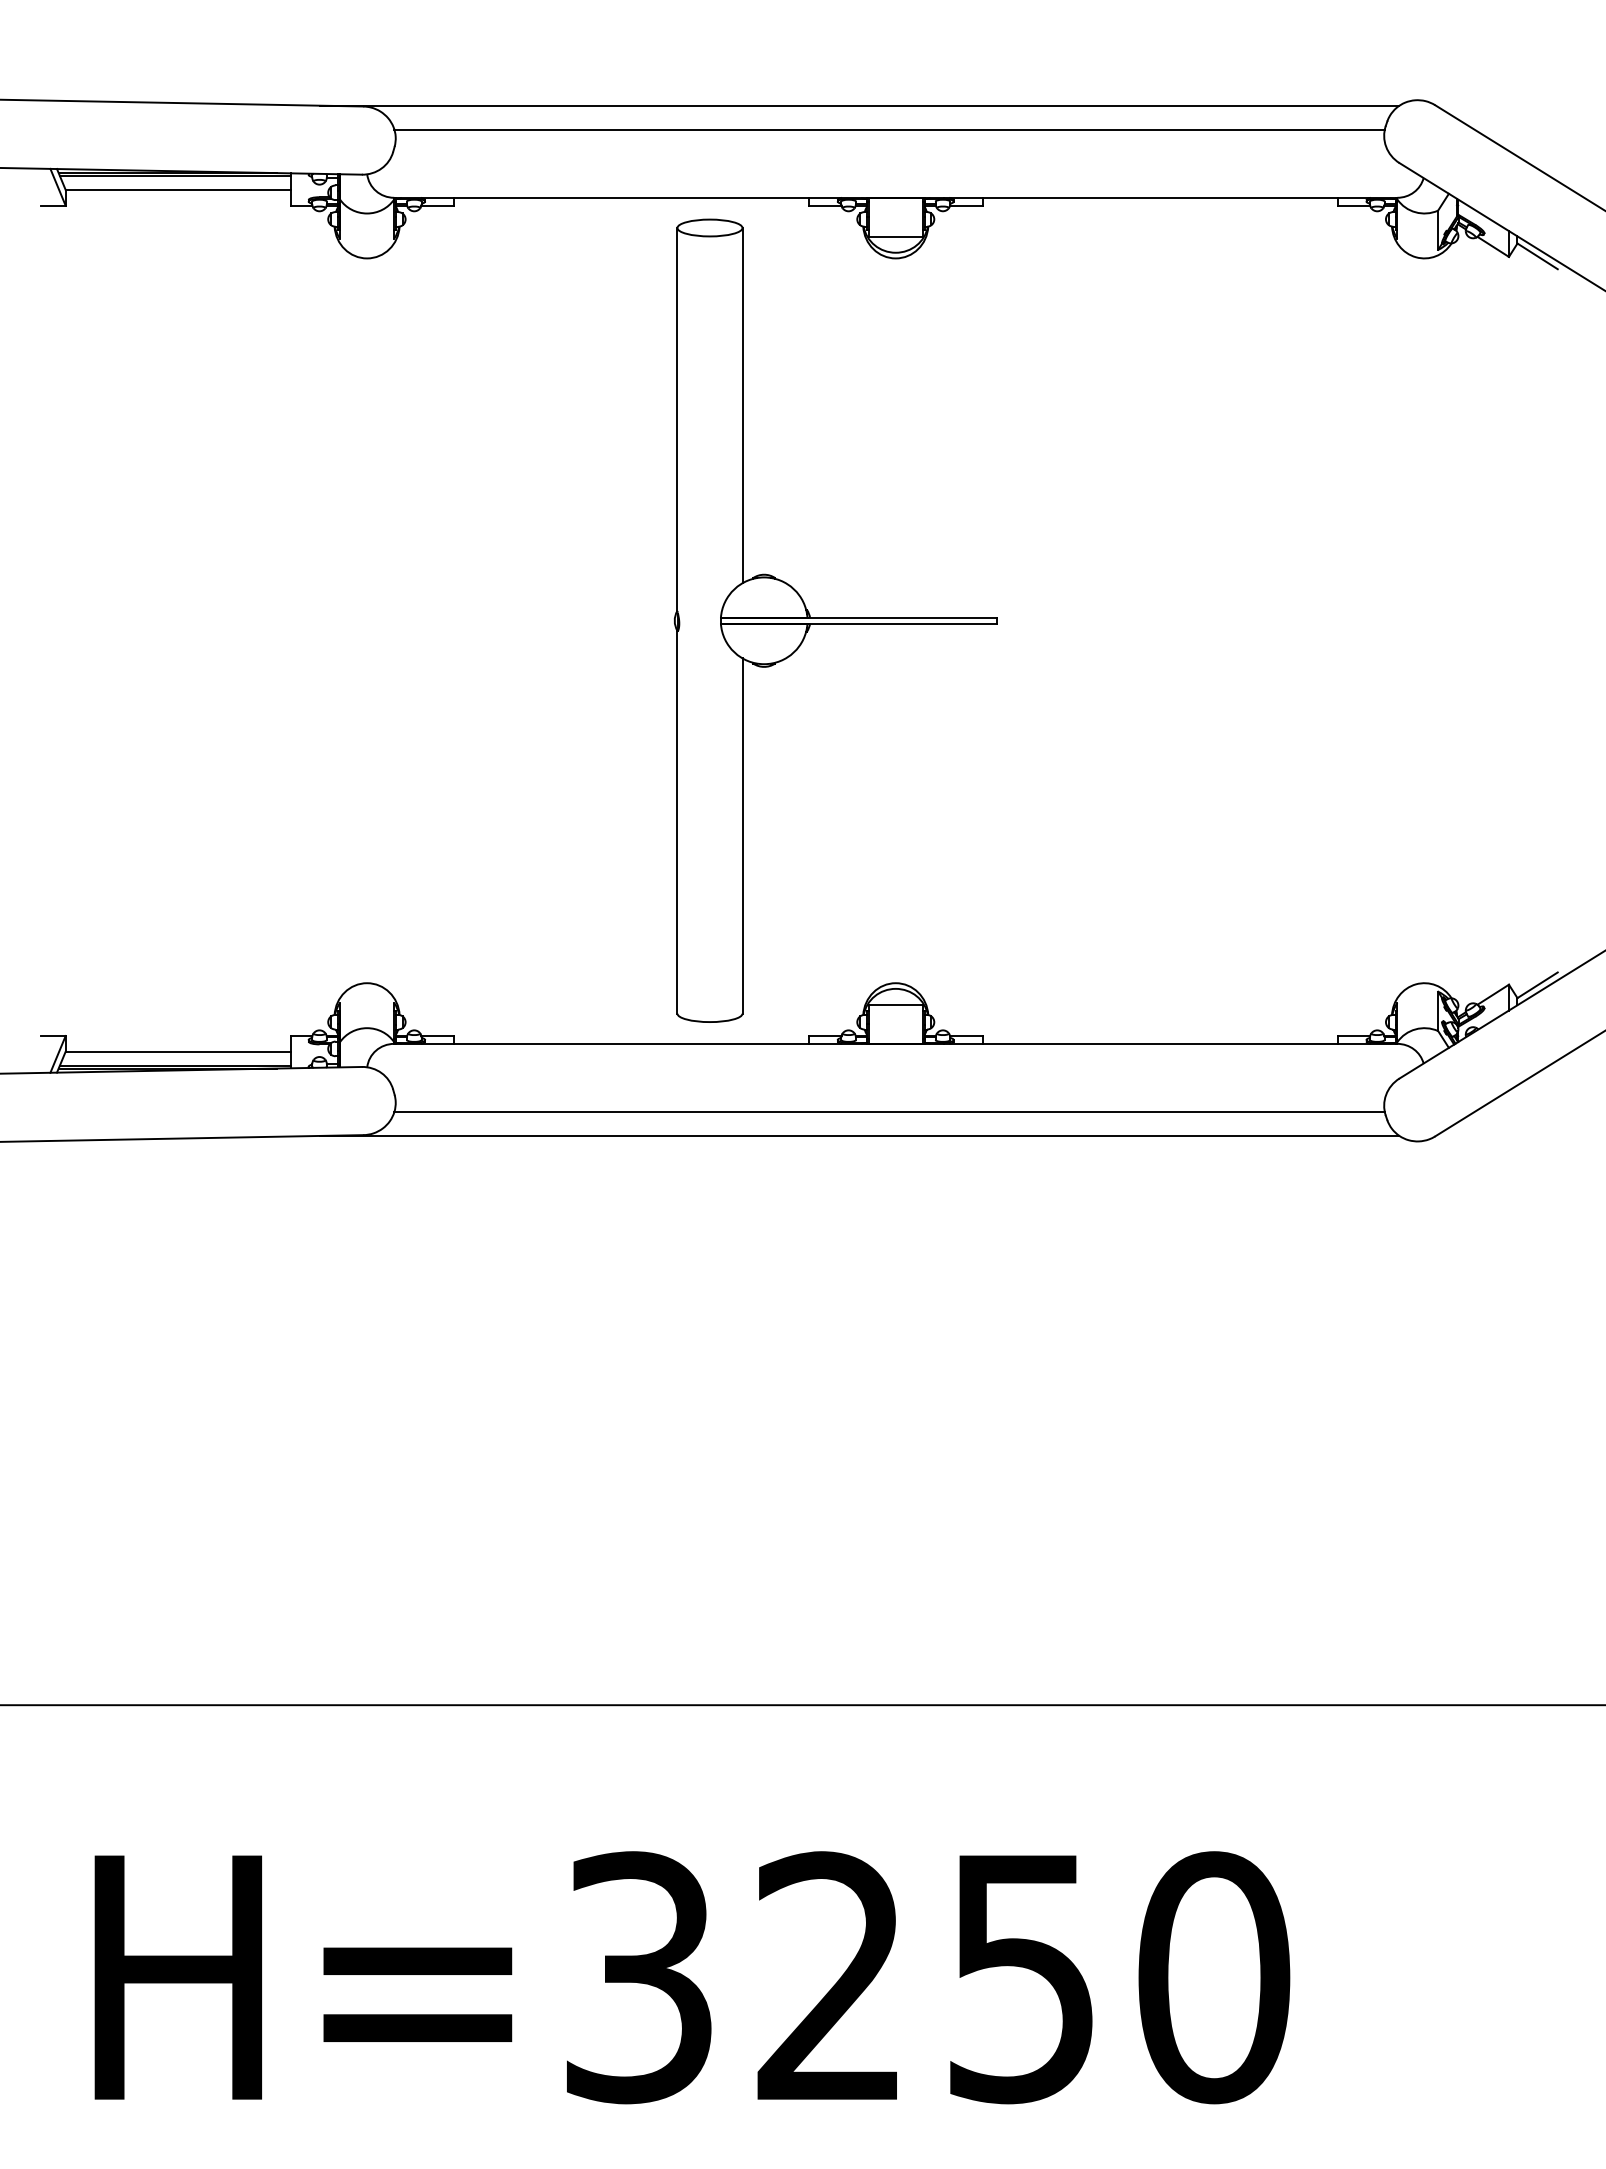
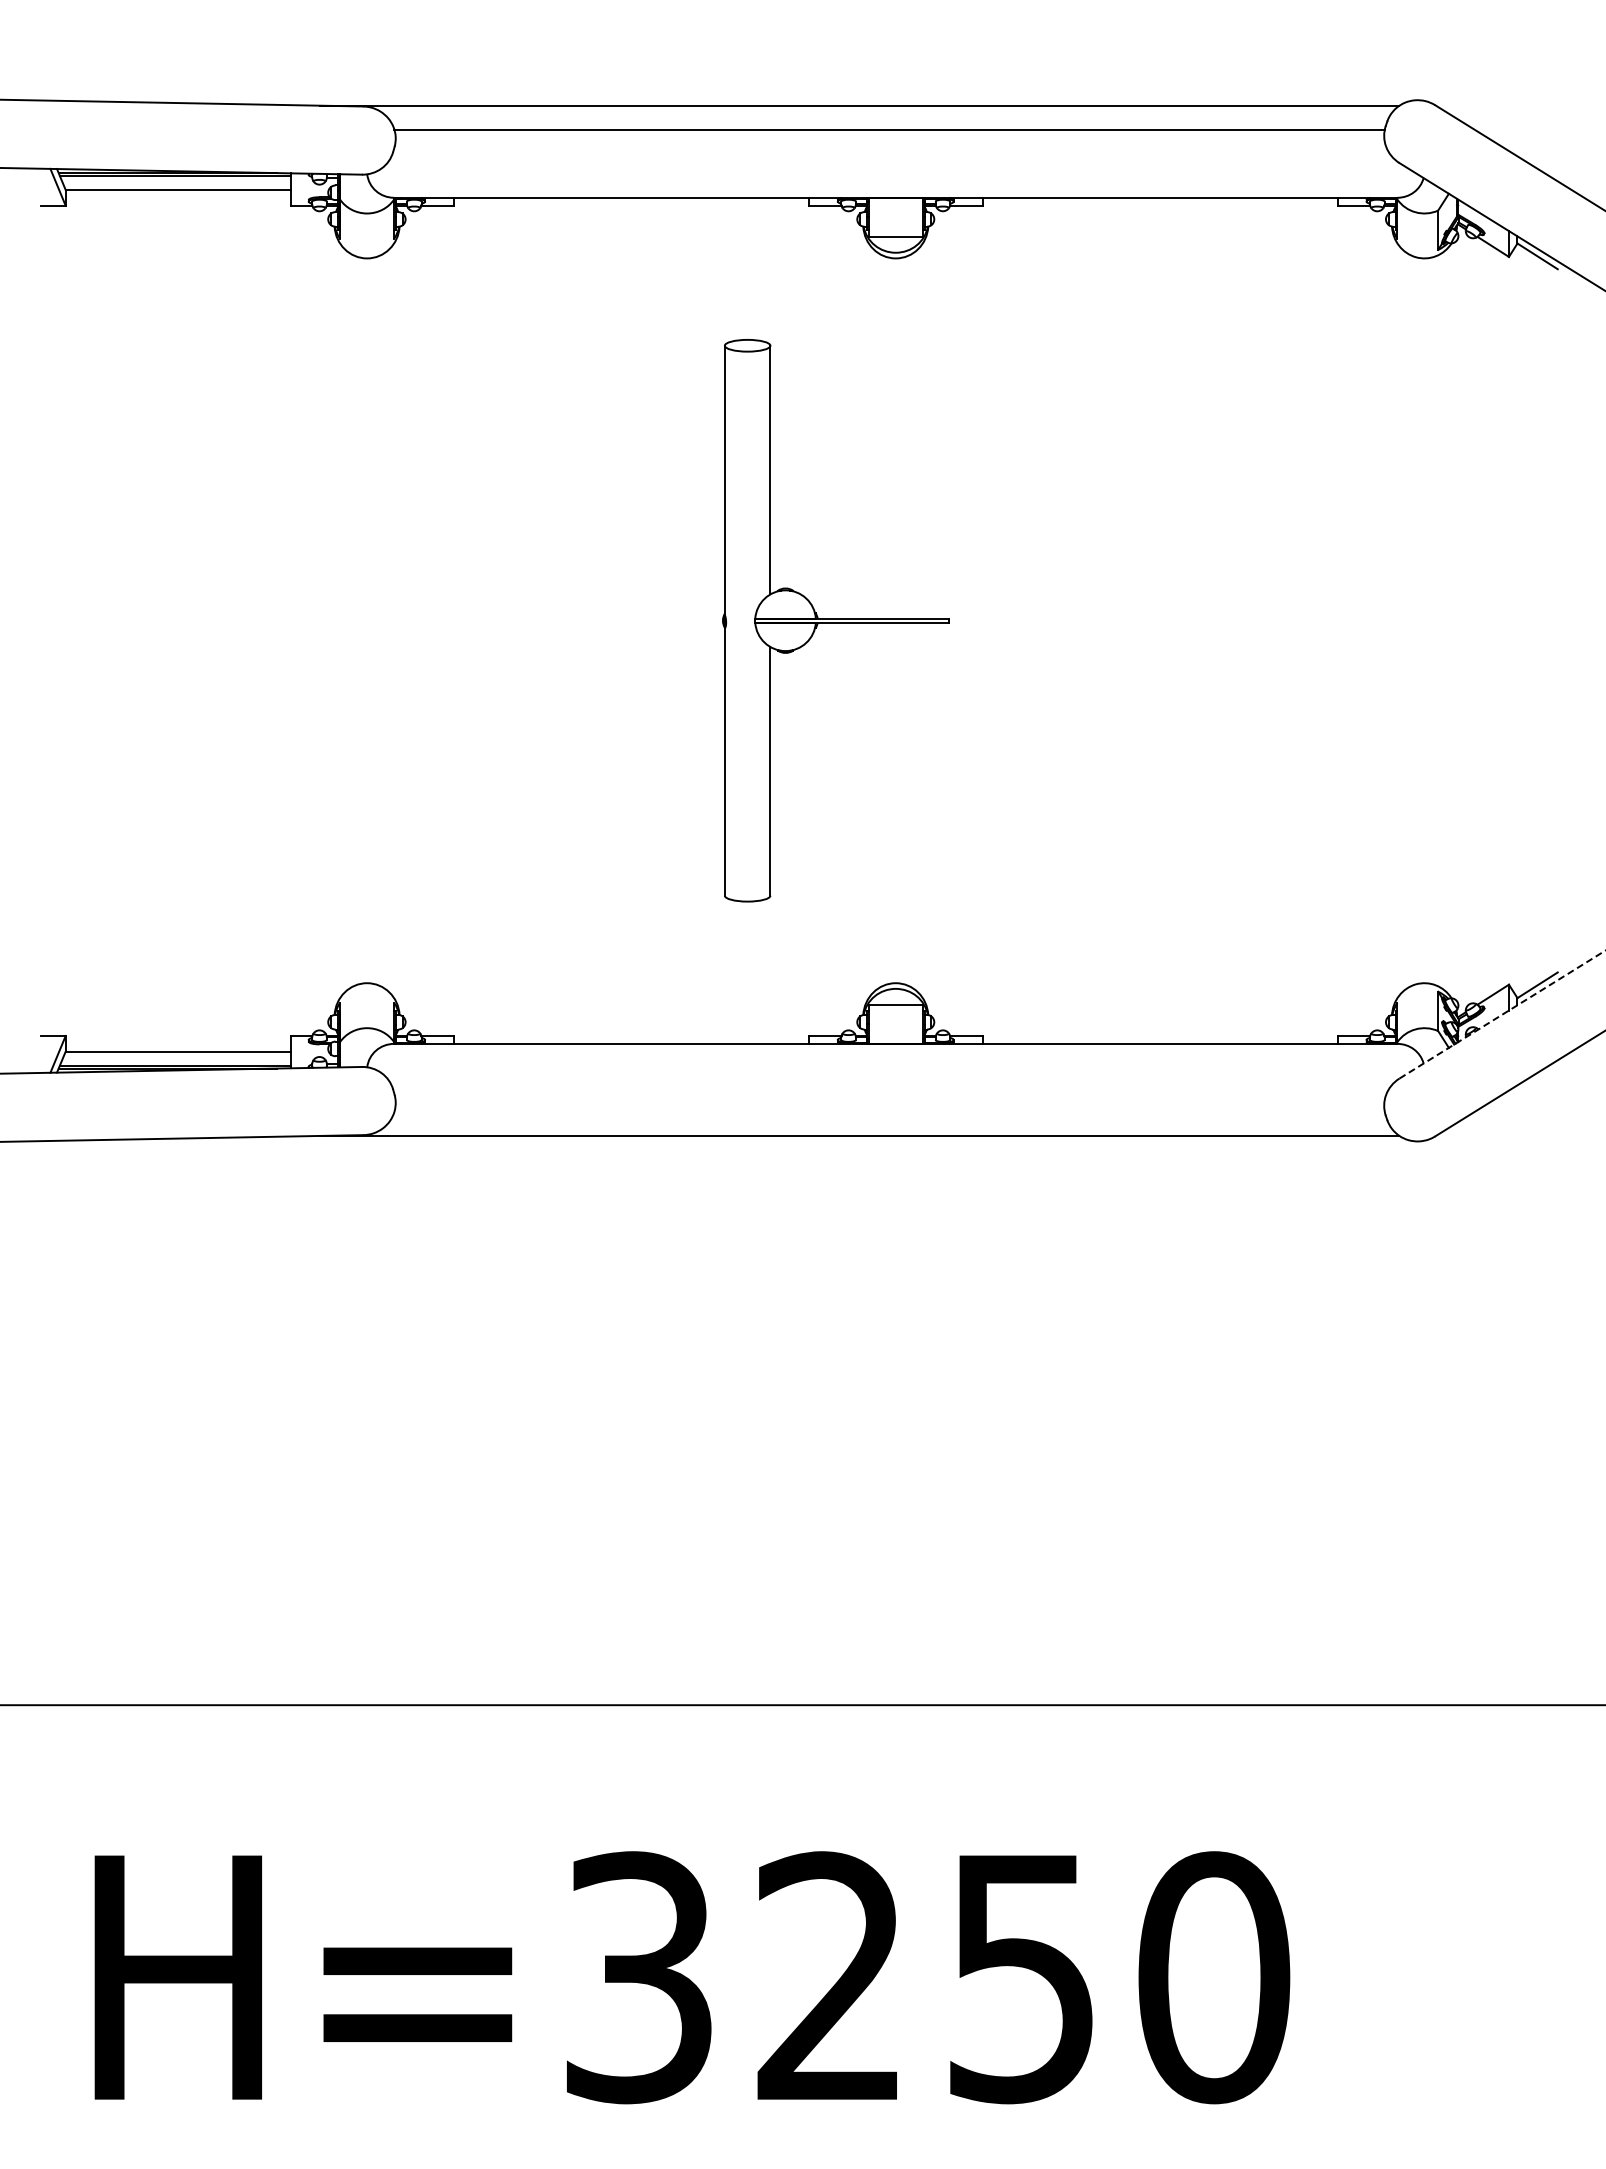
part at (835, 620) size: 325x805 px -> 228x564 px
line at (1503, 1014): solid -> dashed
line at (889, 1112): present -> none
